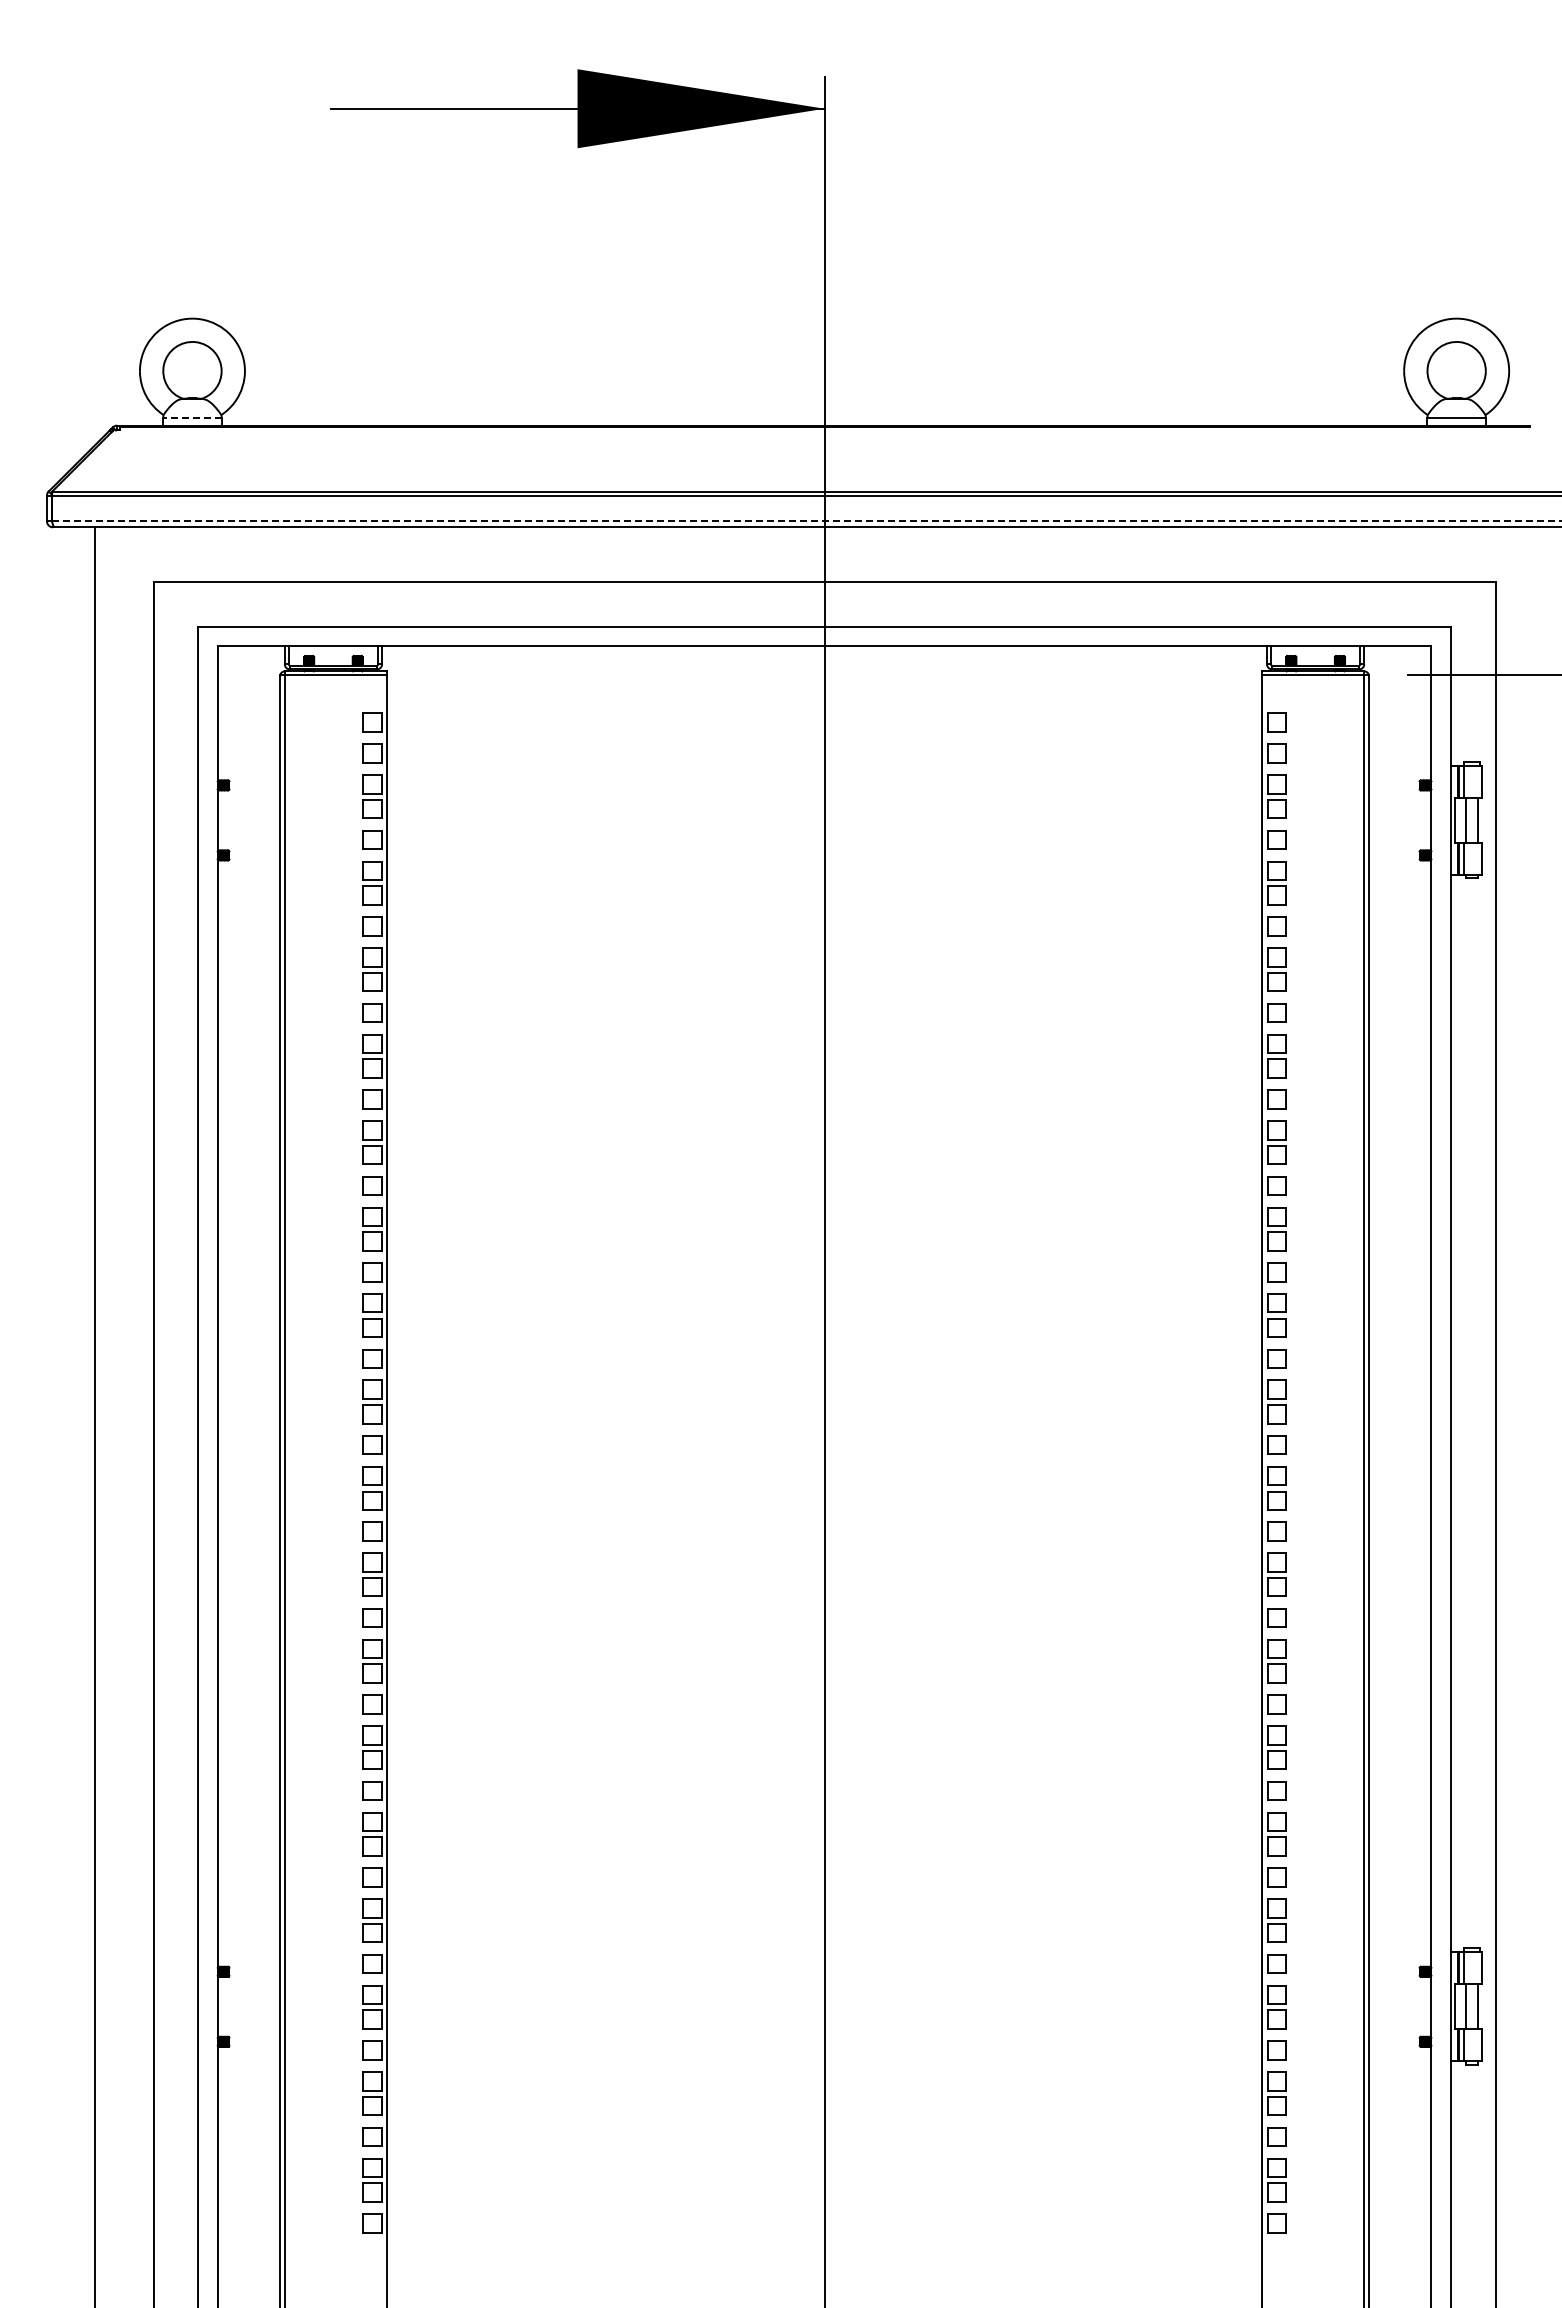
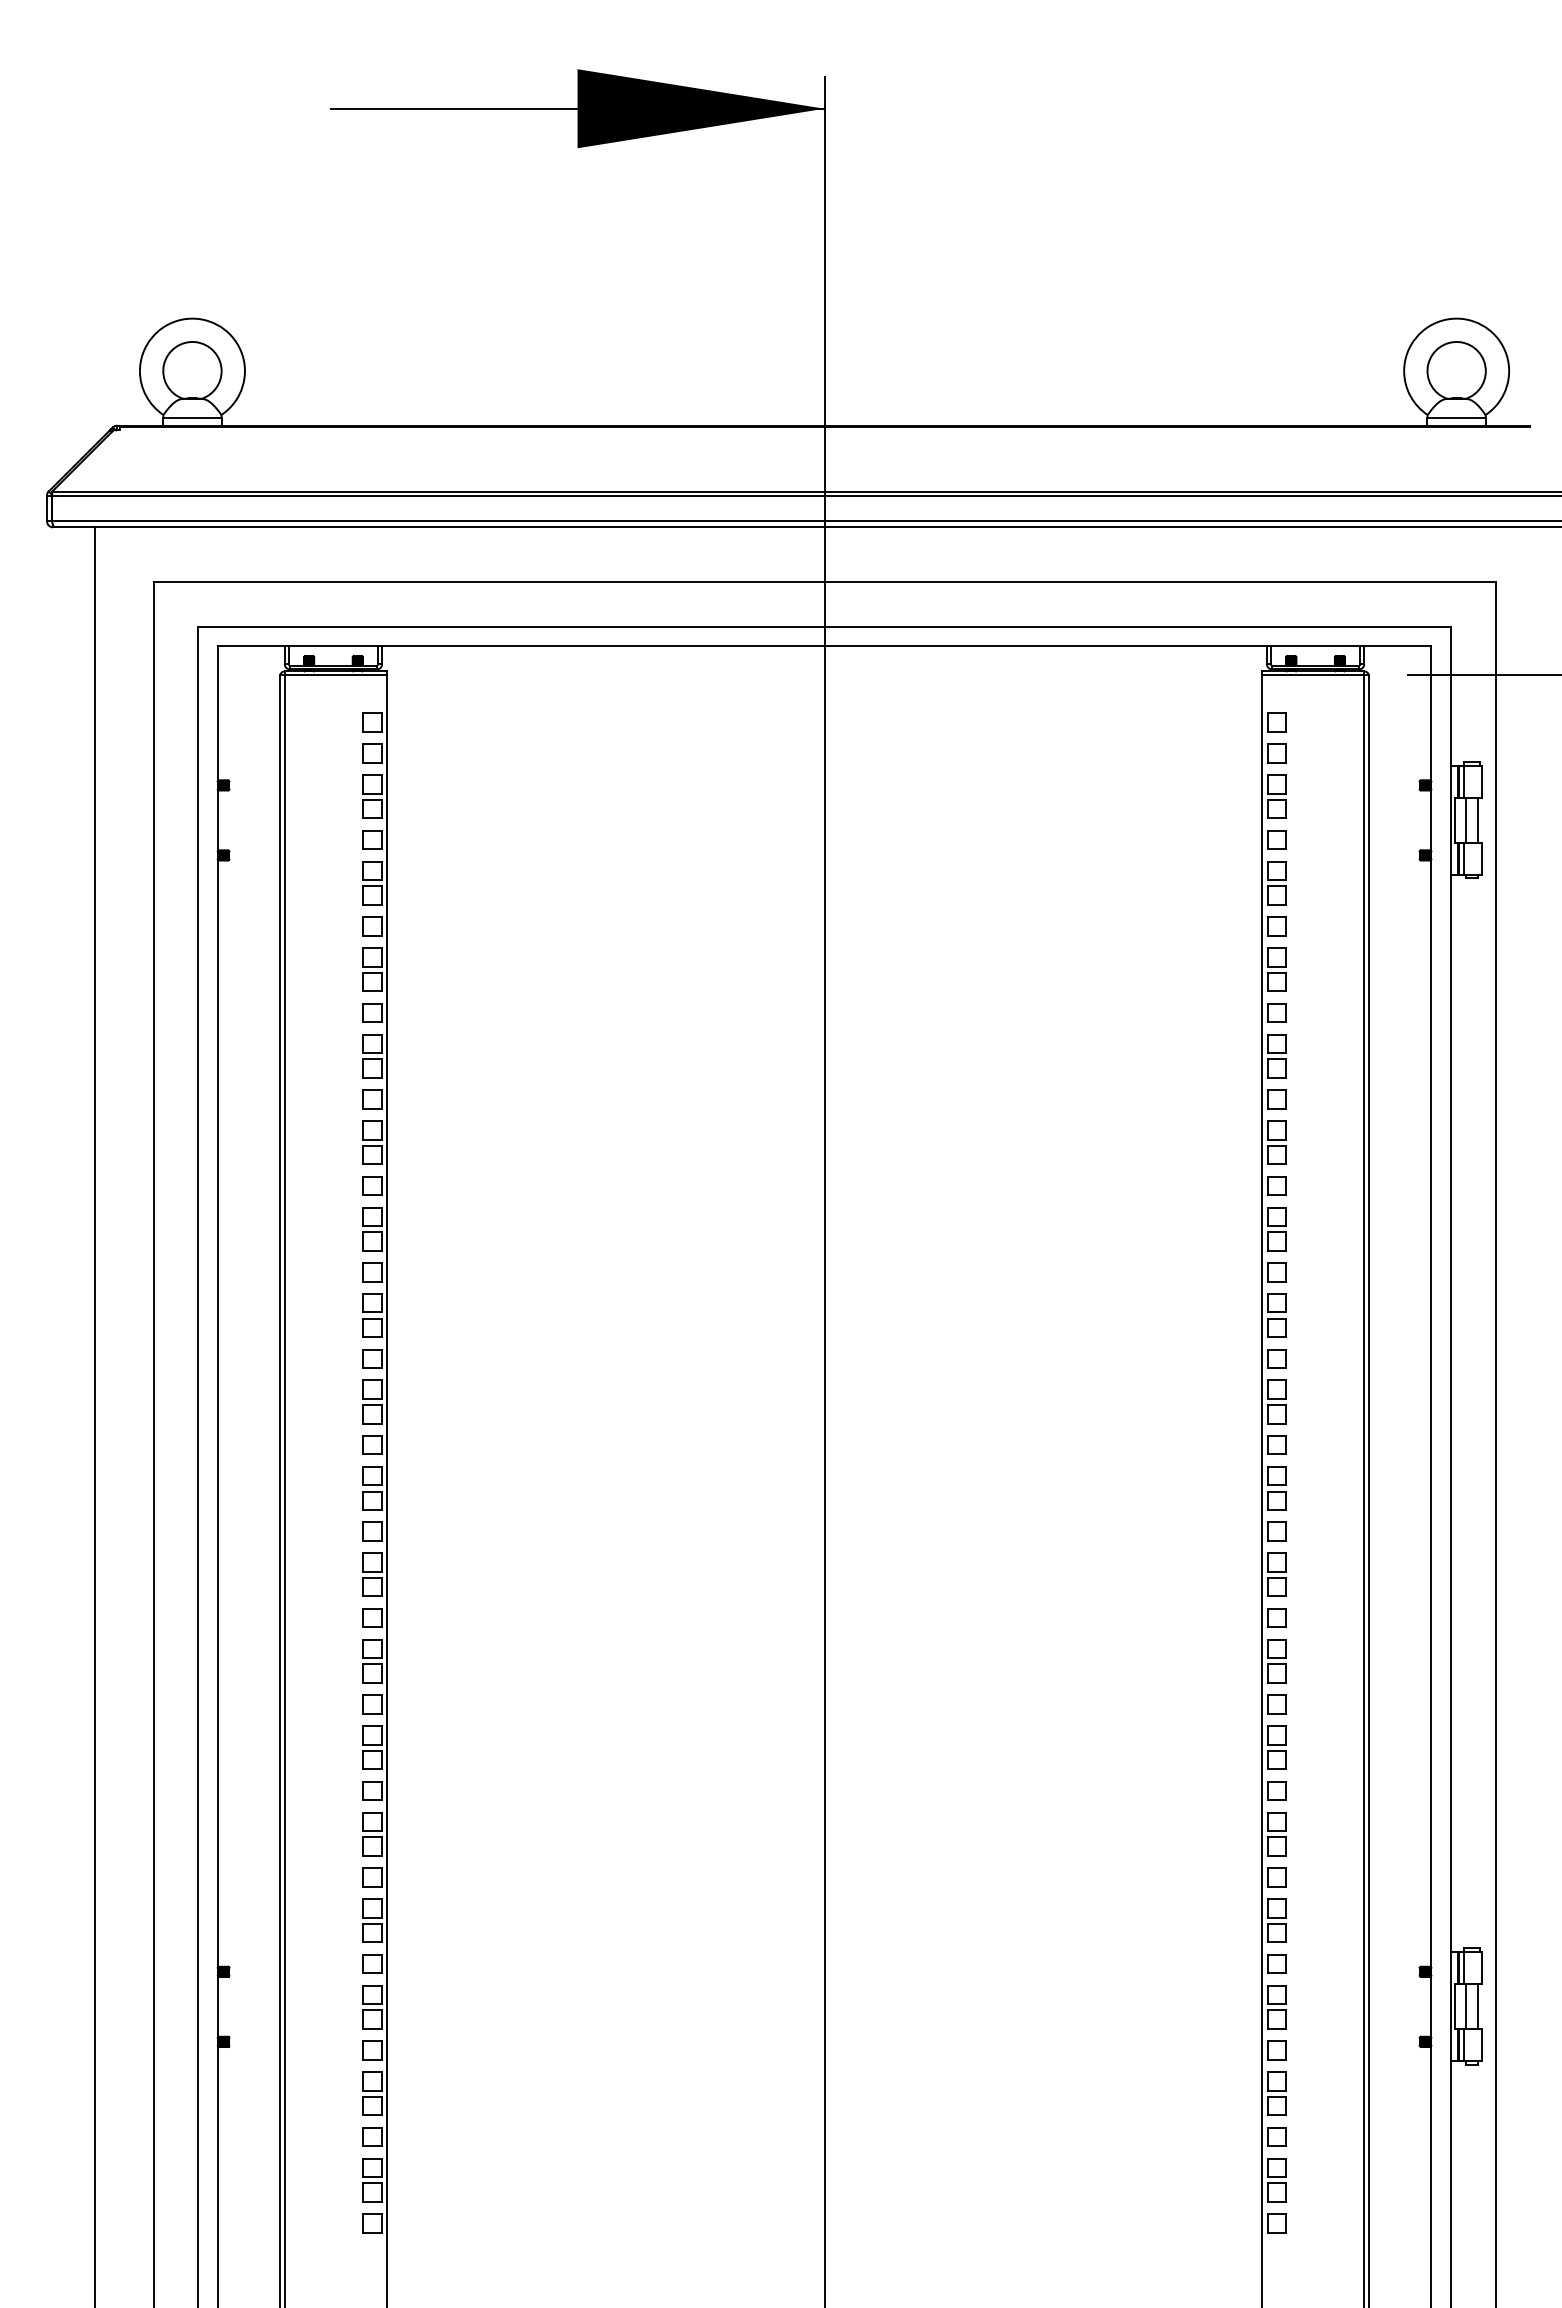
line at (191, 418): dashed -> solid
line at (806, 521): dashed -> solid
